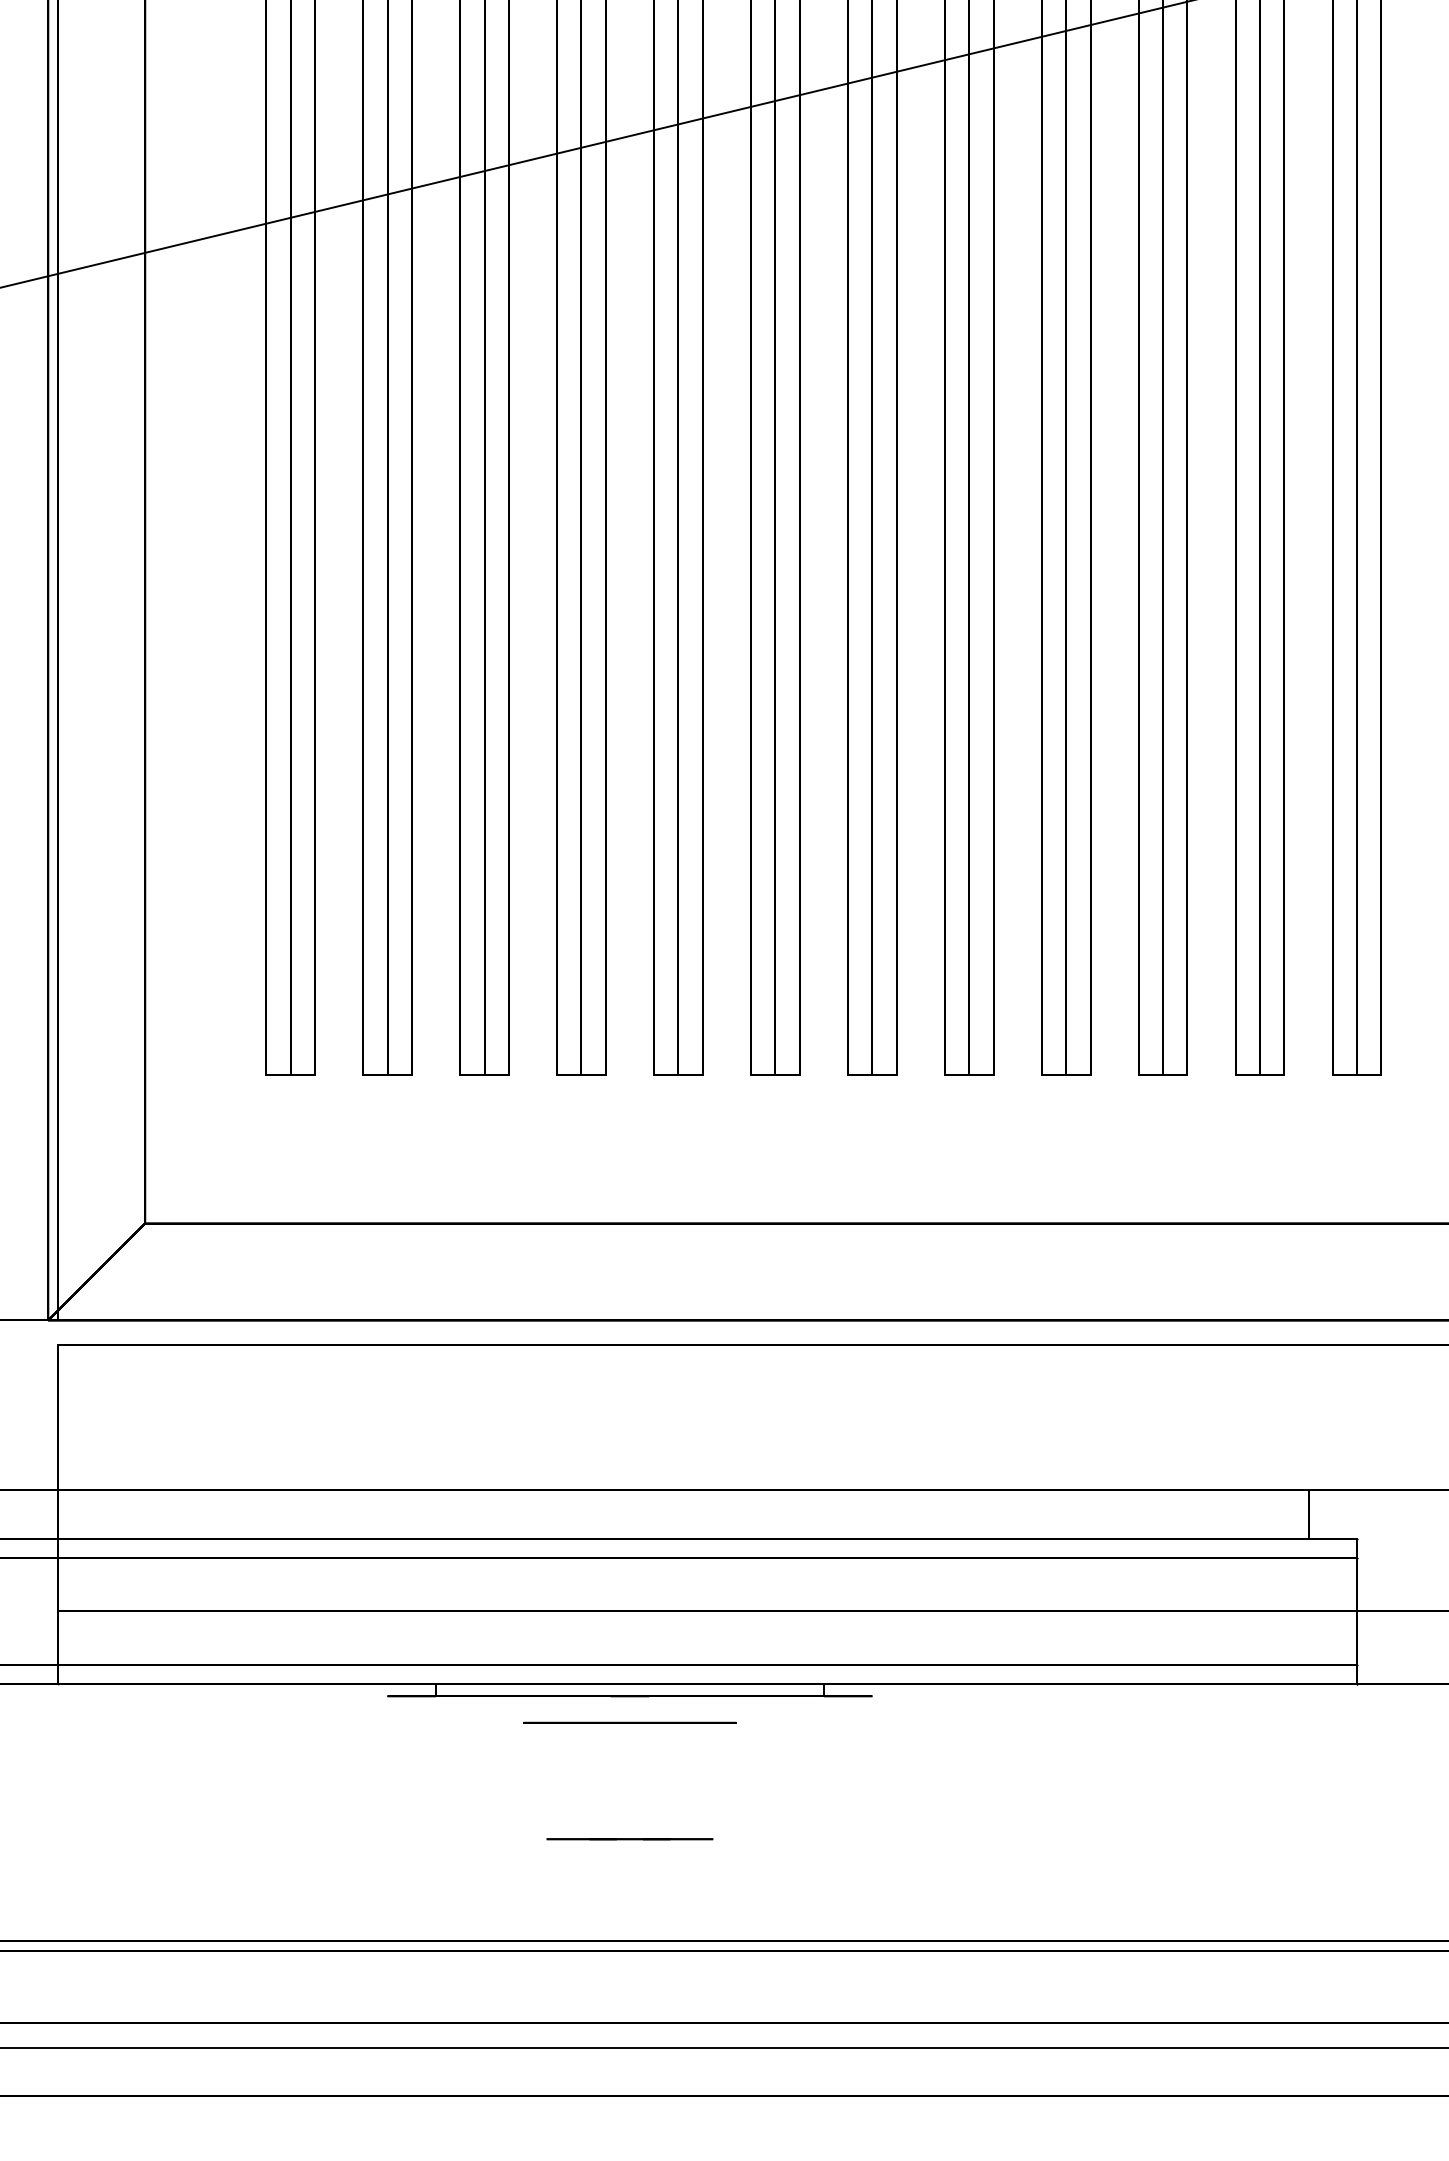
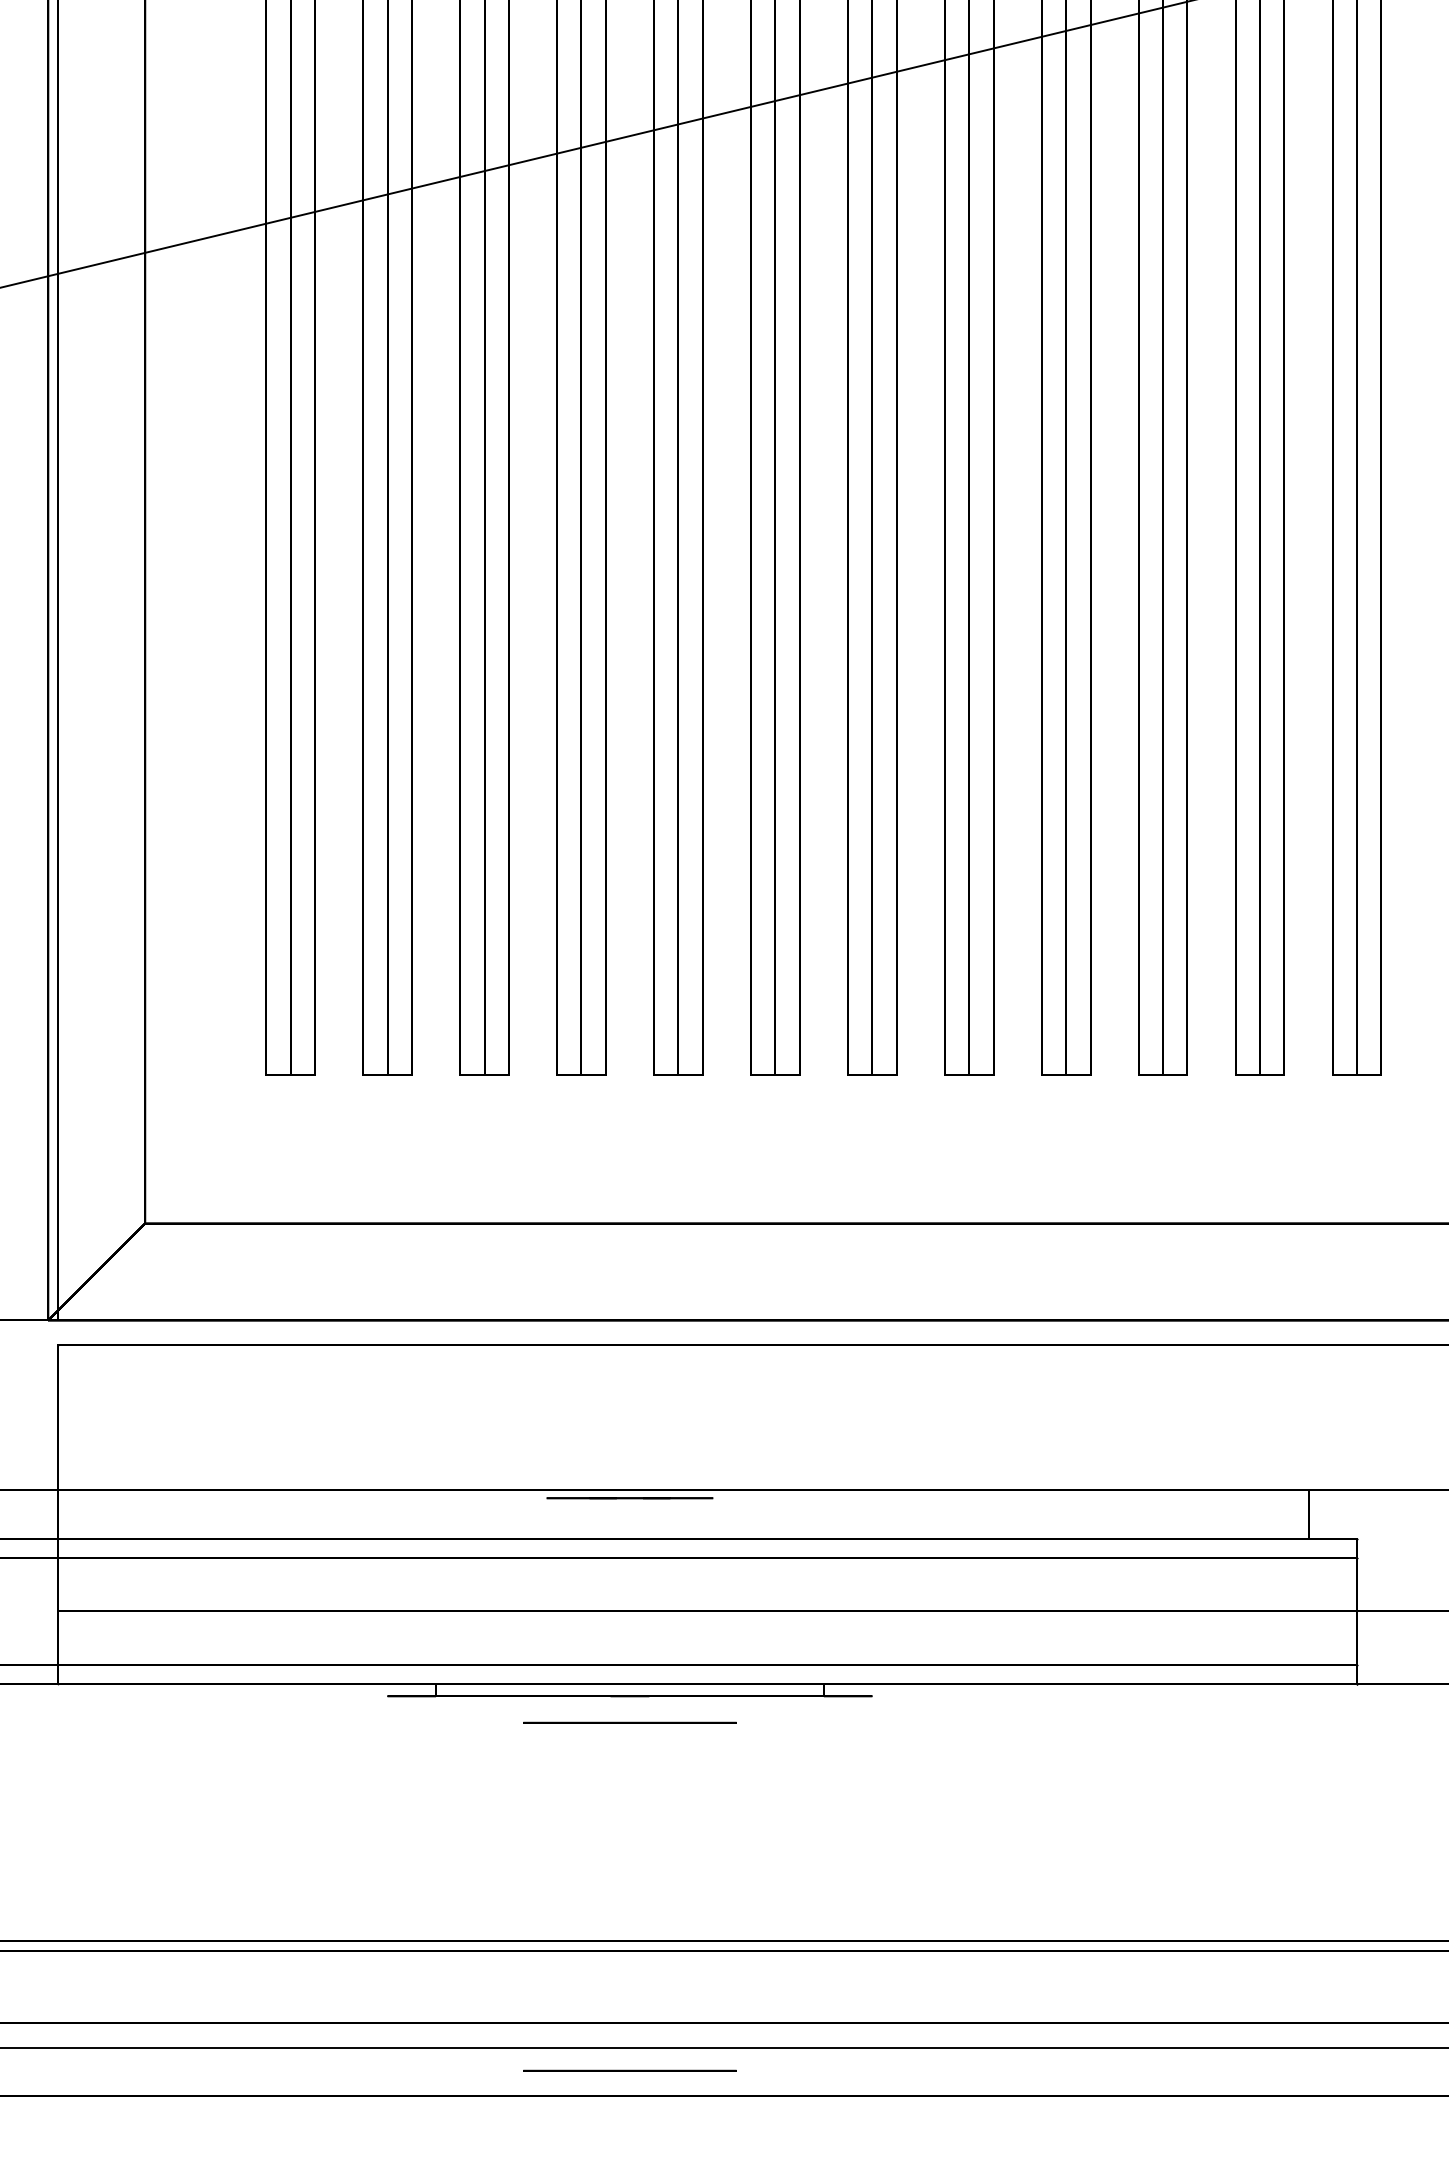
line at (629, 1839) position: (629, 1839) -> (629, 1498)
circle at (629, 2070): none -> present
